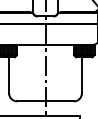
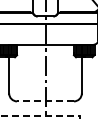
line at (45, 101): solid -> dashed
line at (40, 115): solid -> dashed
